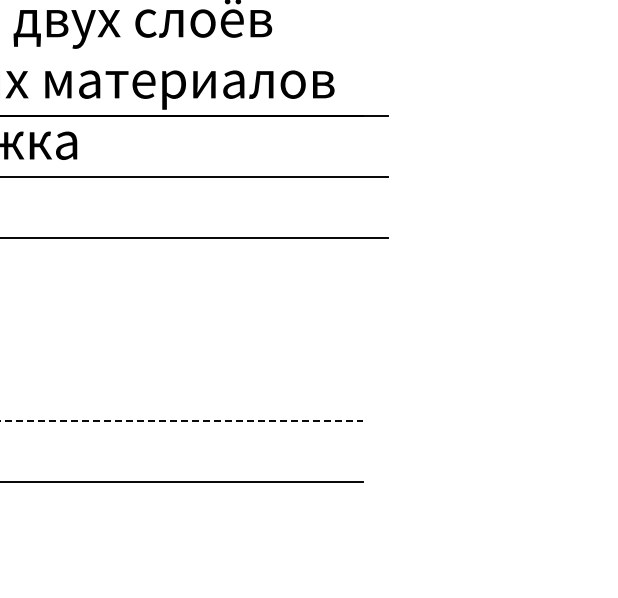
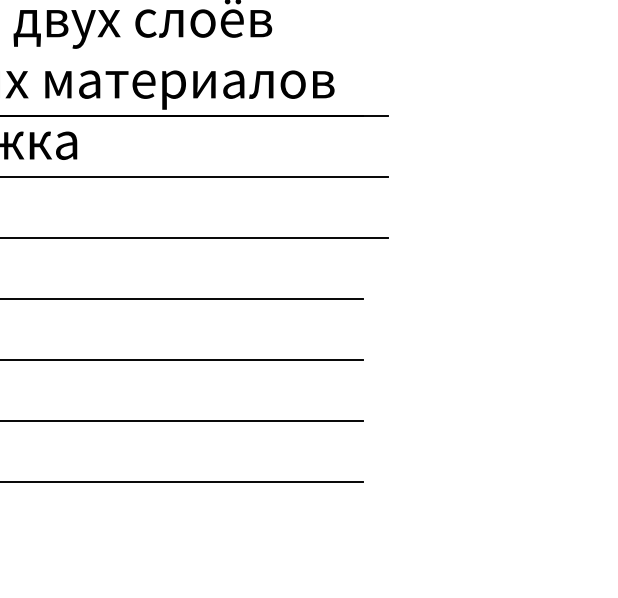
line at (182, 299): none -> present
line at (182, 360): none -> present
line at (182, 421): dashed -> solid
